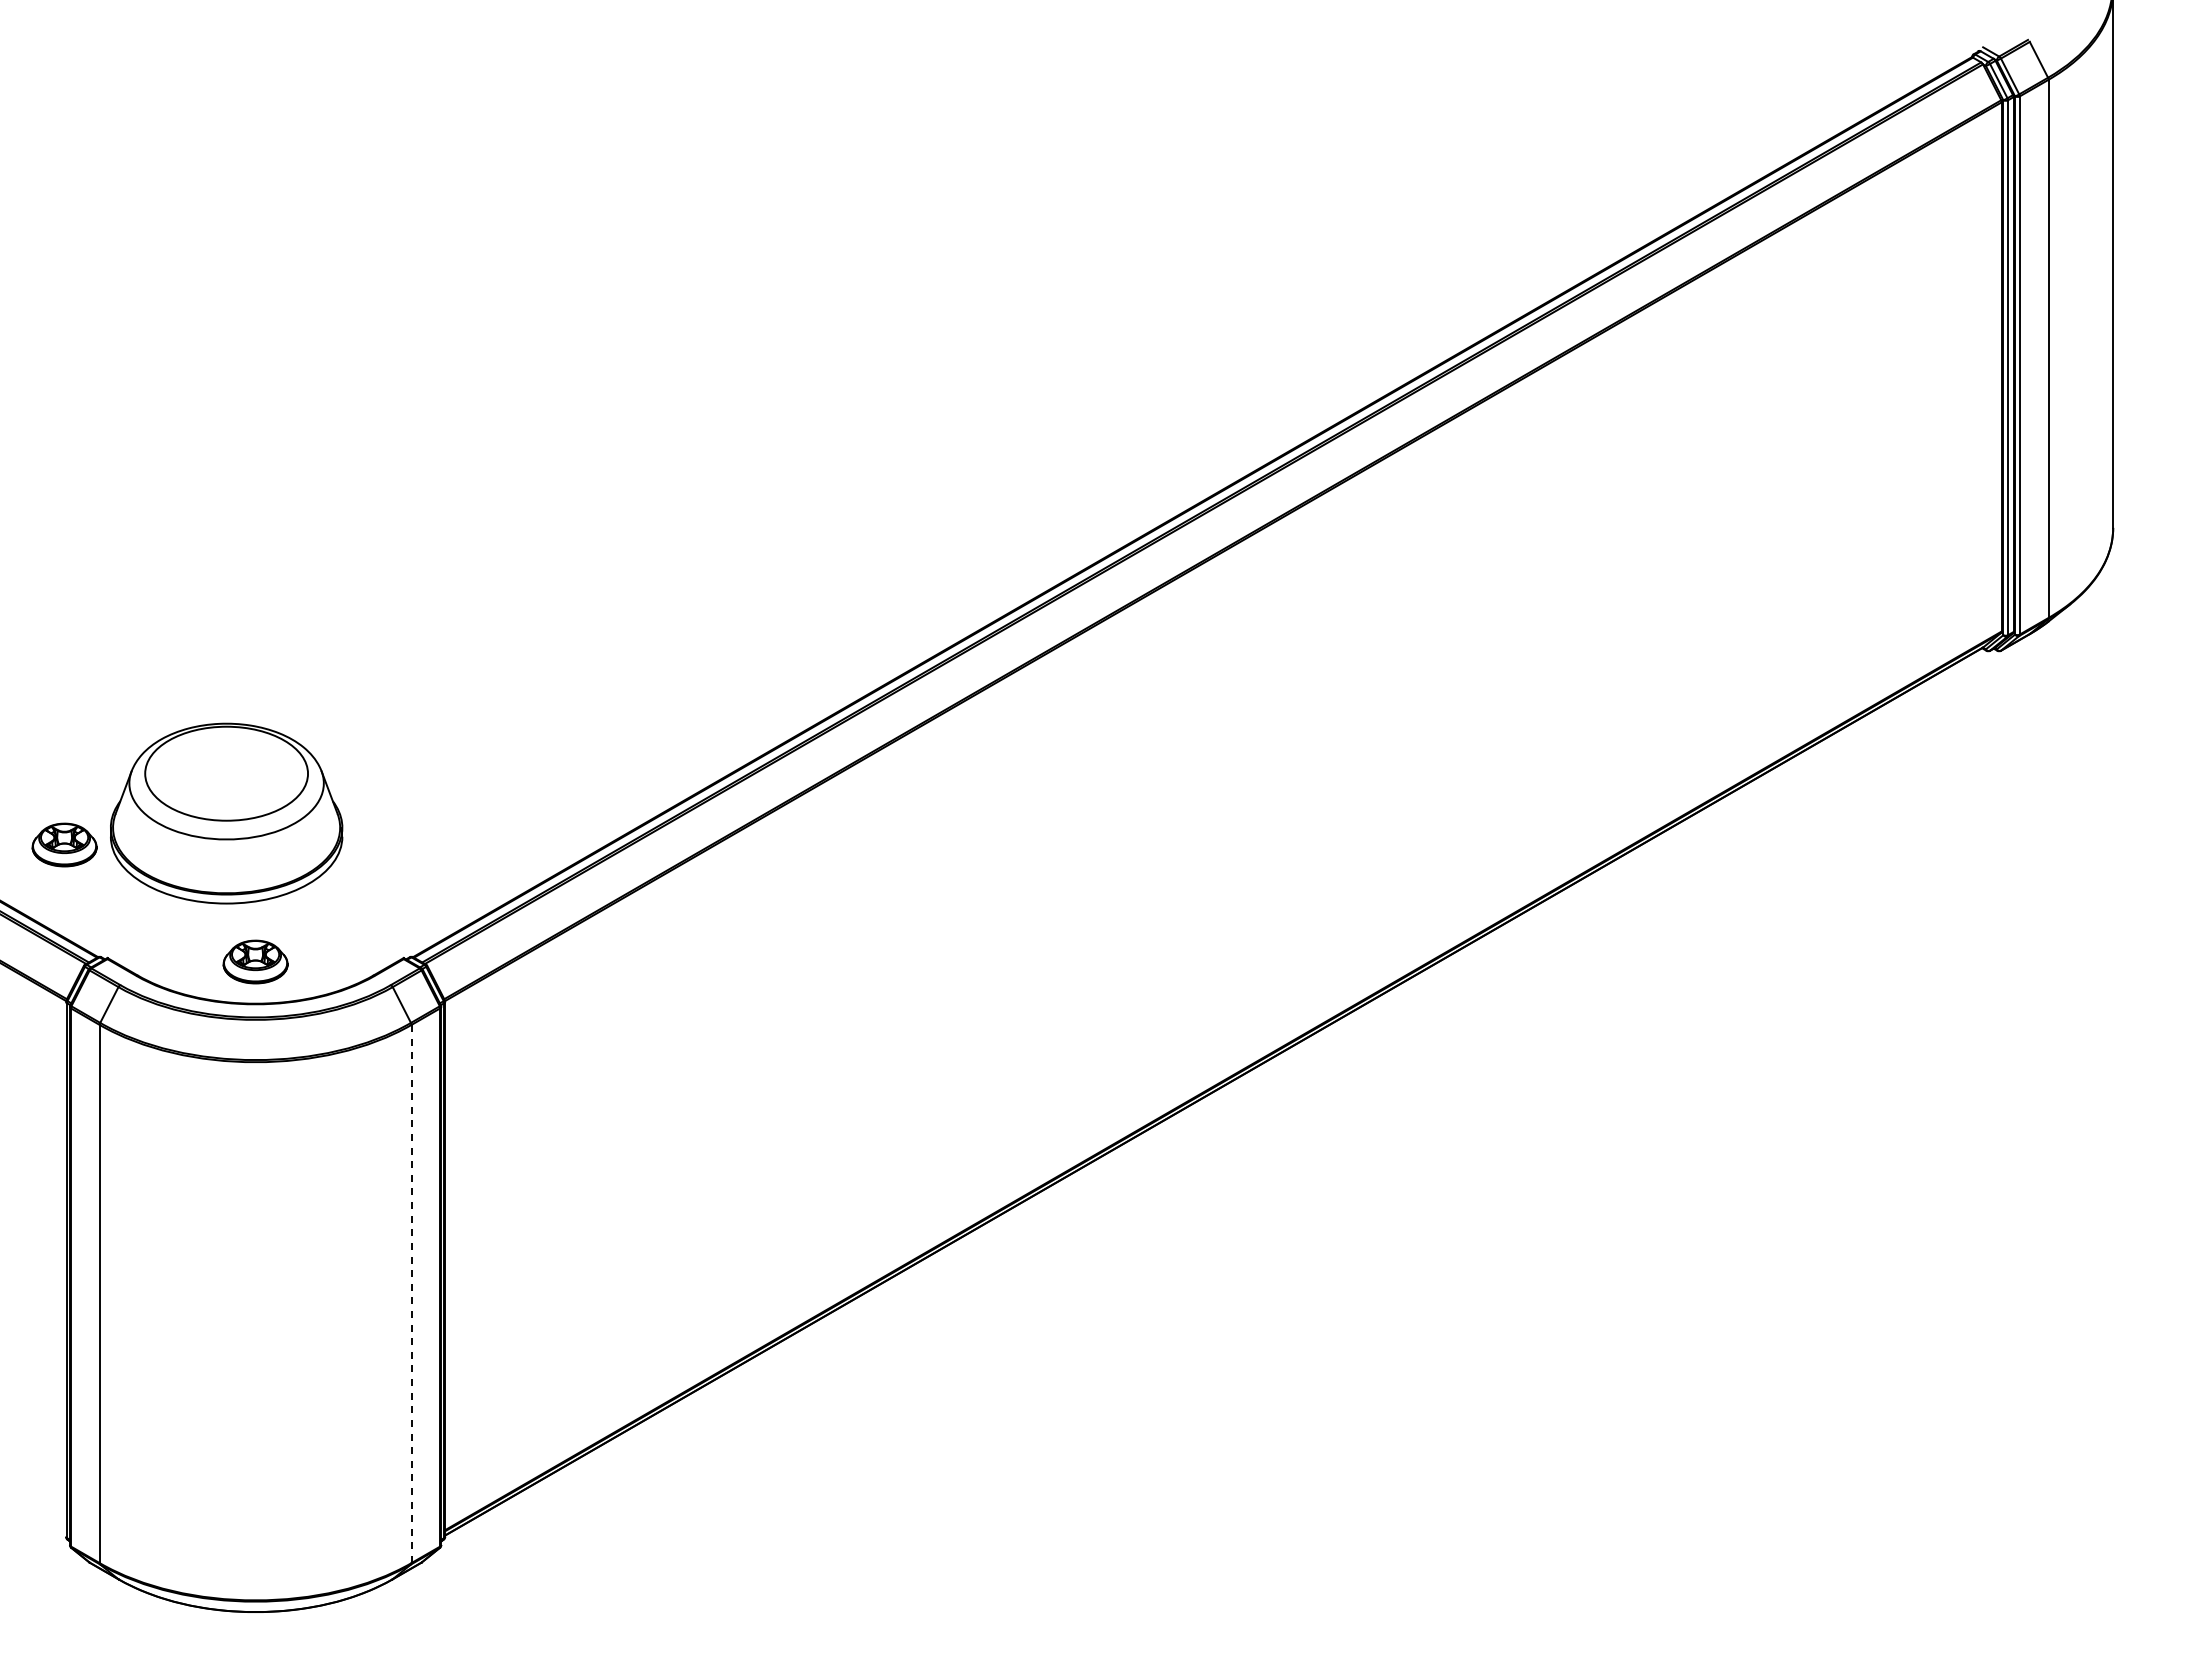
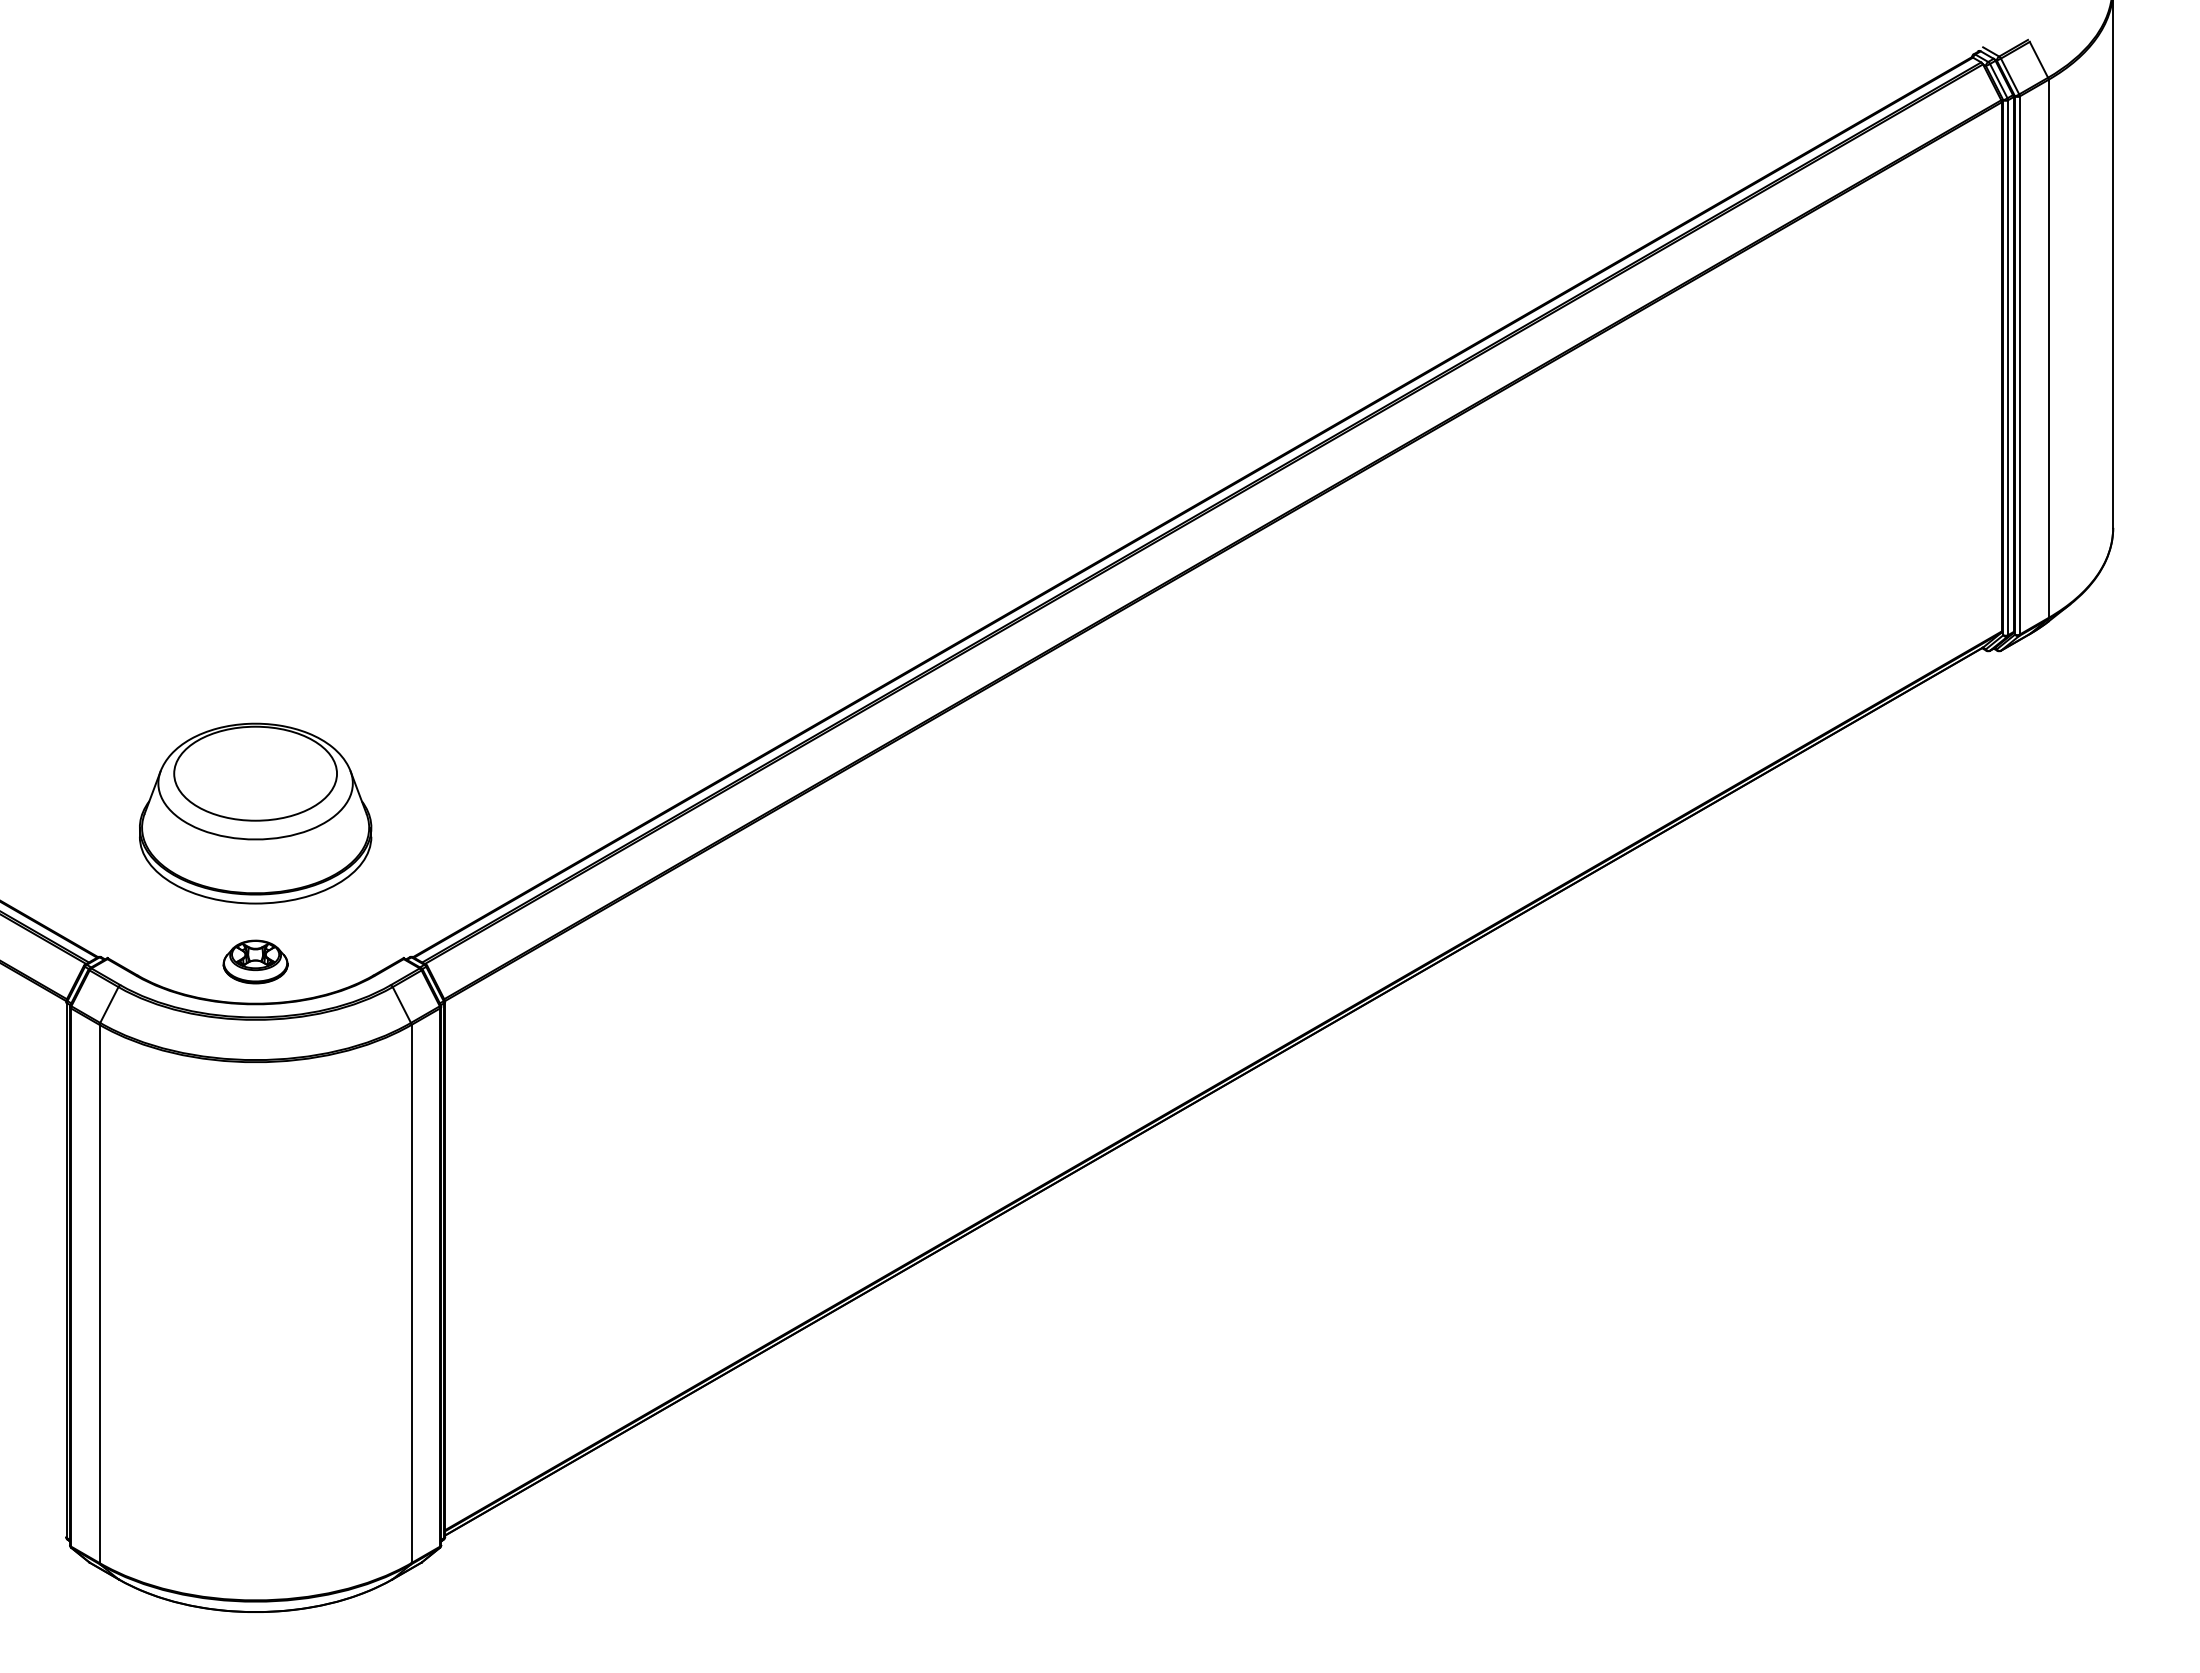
part at (226, 813) position: (226, 813) -> (255, 813)
part at (64, 844): present -> none
line at (411, 1293): dashed -> solid
